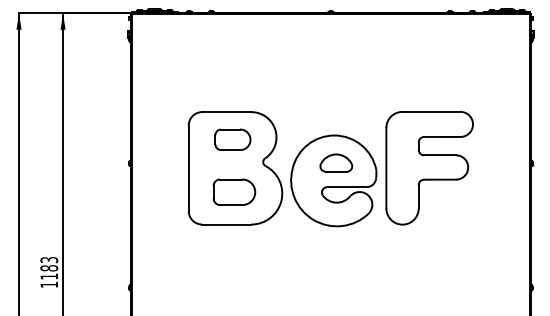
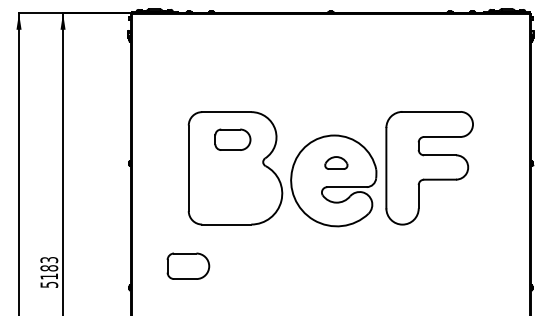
part at (336, 162) size: 35x20 px -> 25x14 px
part at (234, 191) position: (234, 191) -> (188, 265)
text at (49, 284): 1183 -> 5183
